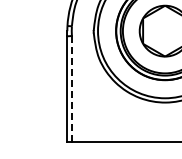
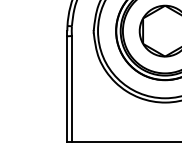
line at (71, 88): dashed -> solid
